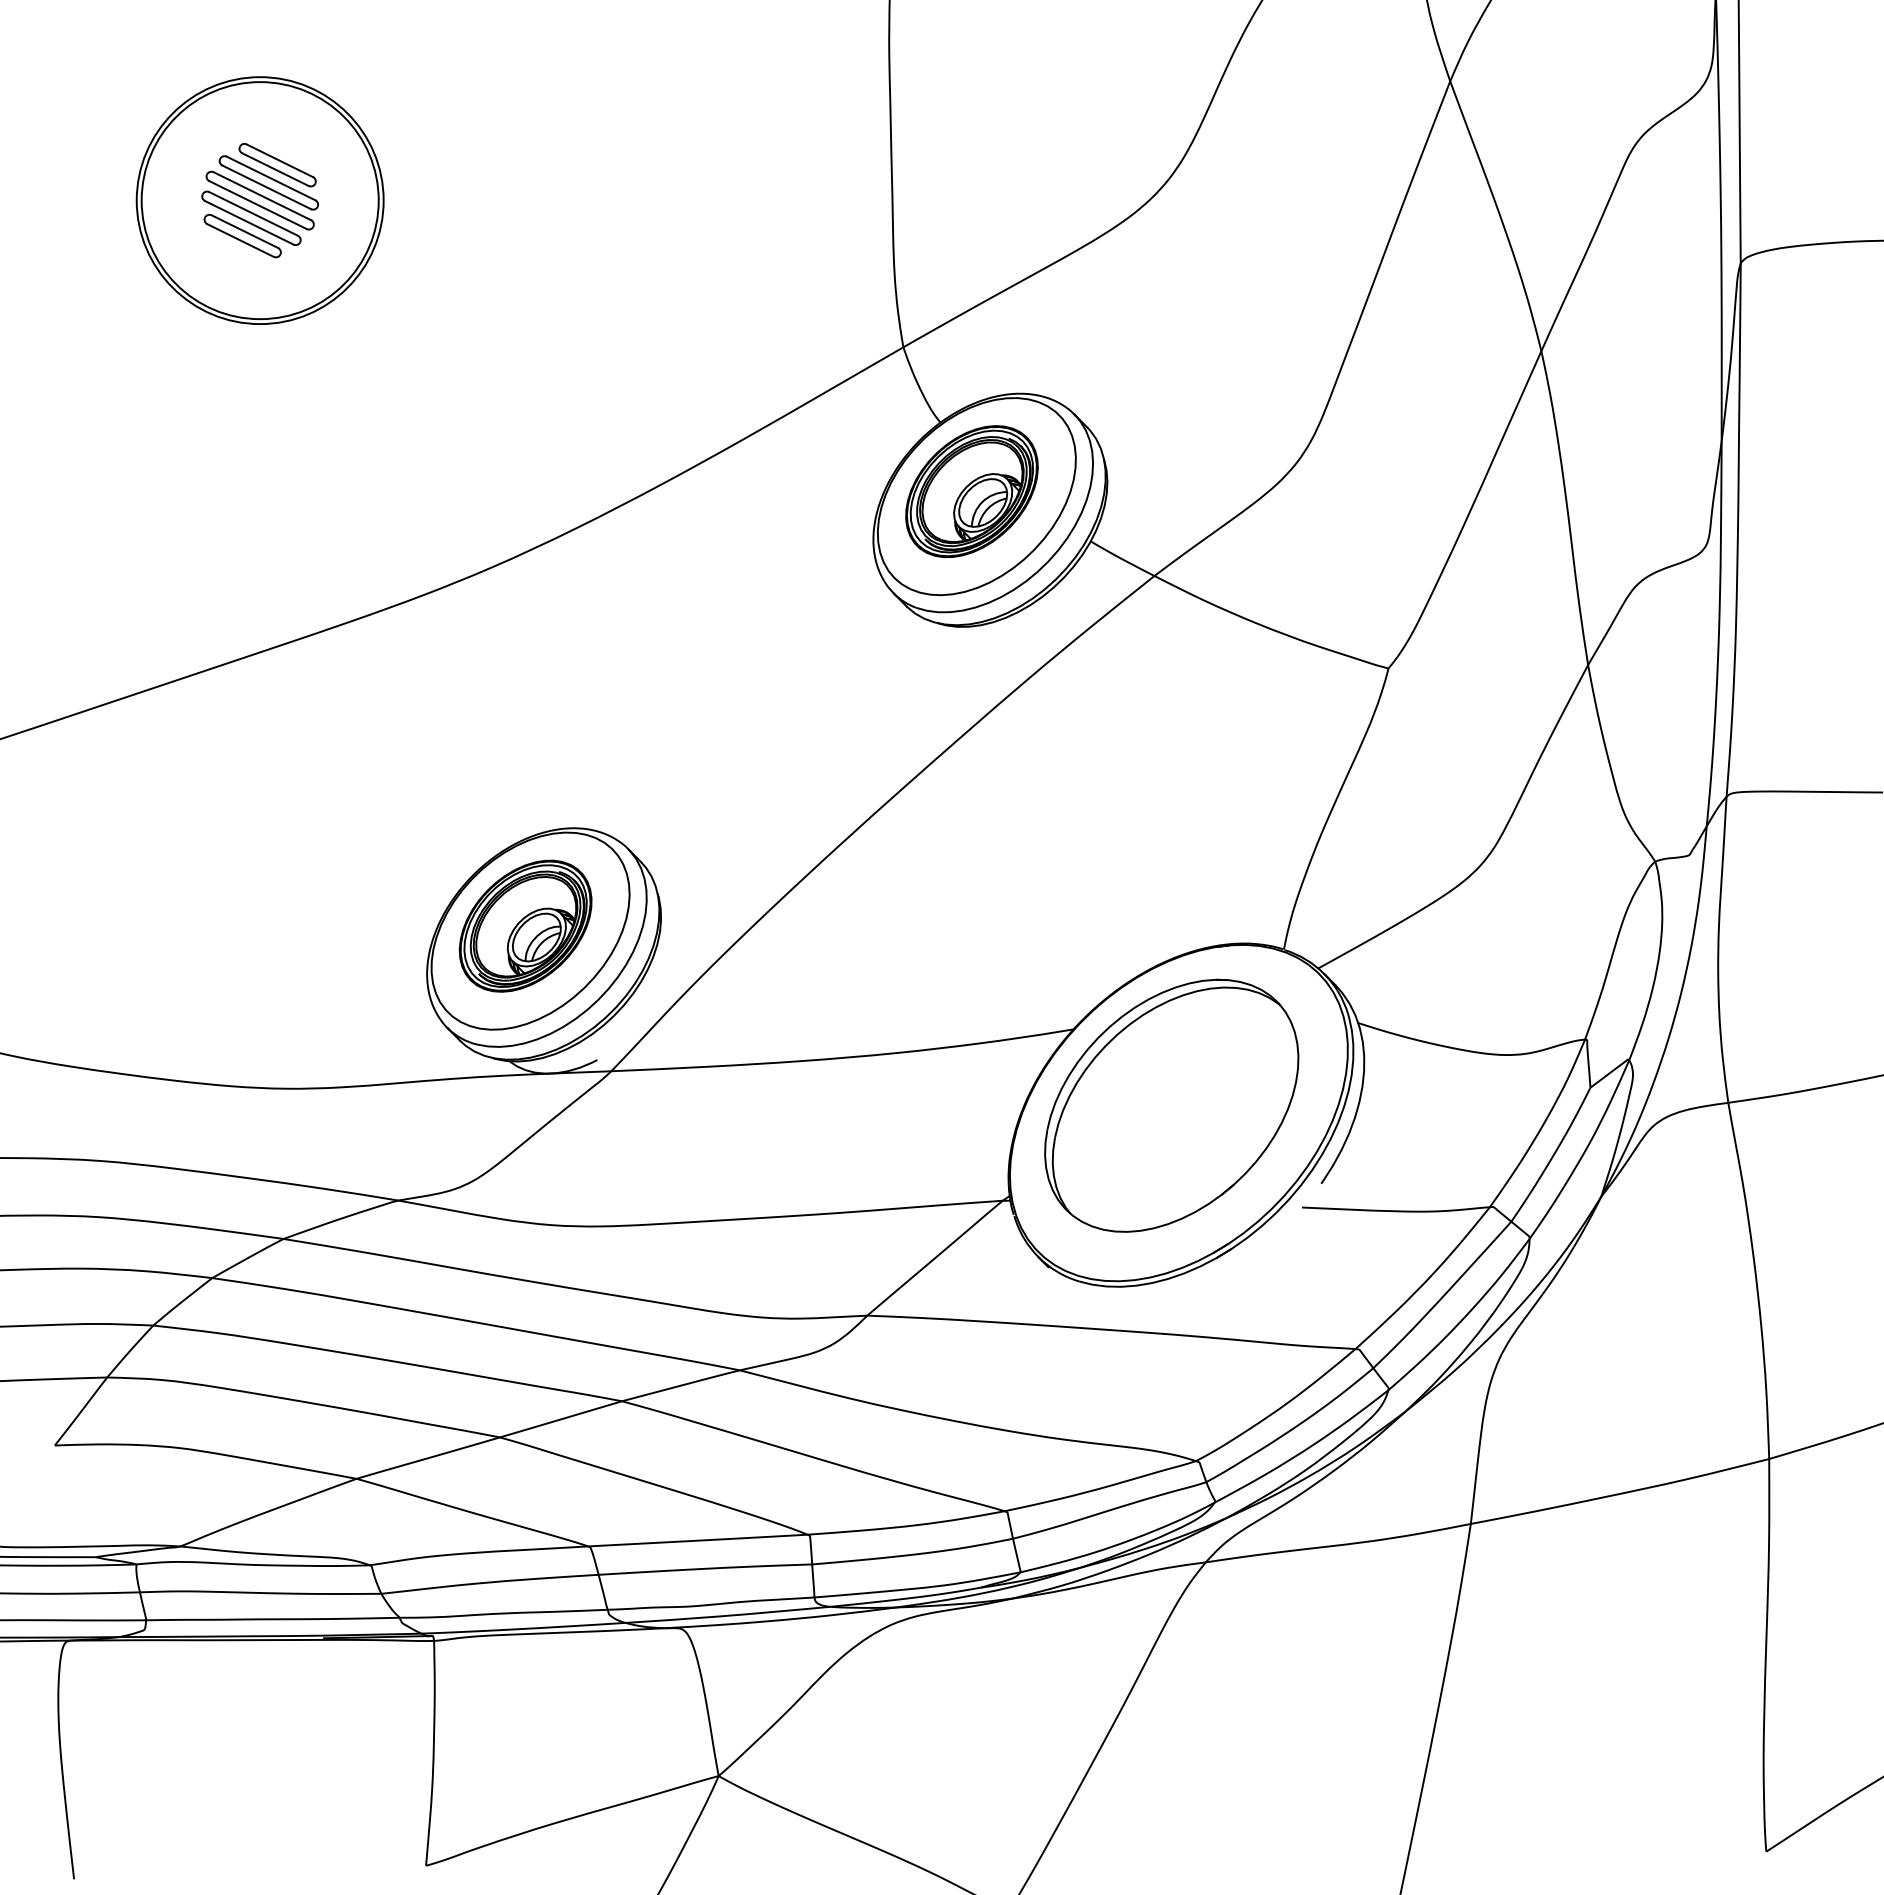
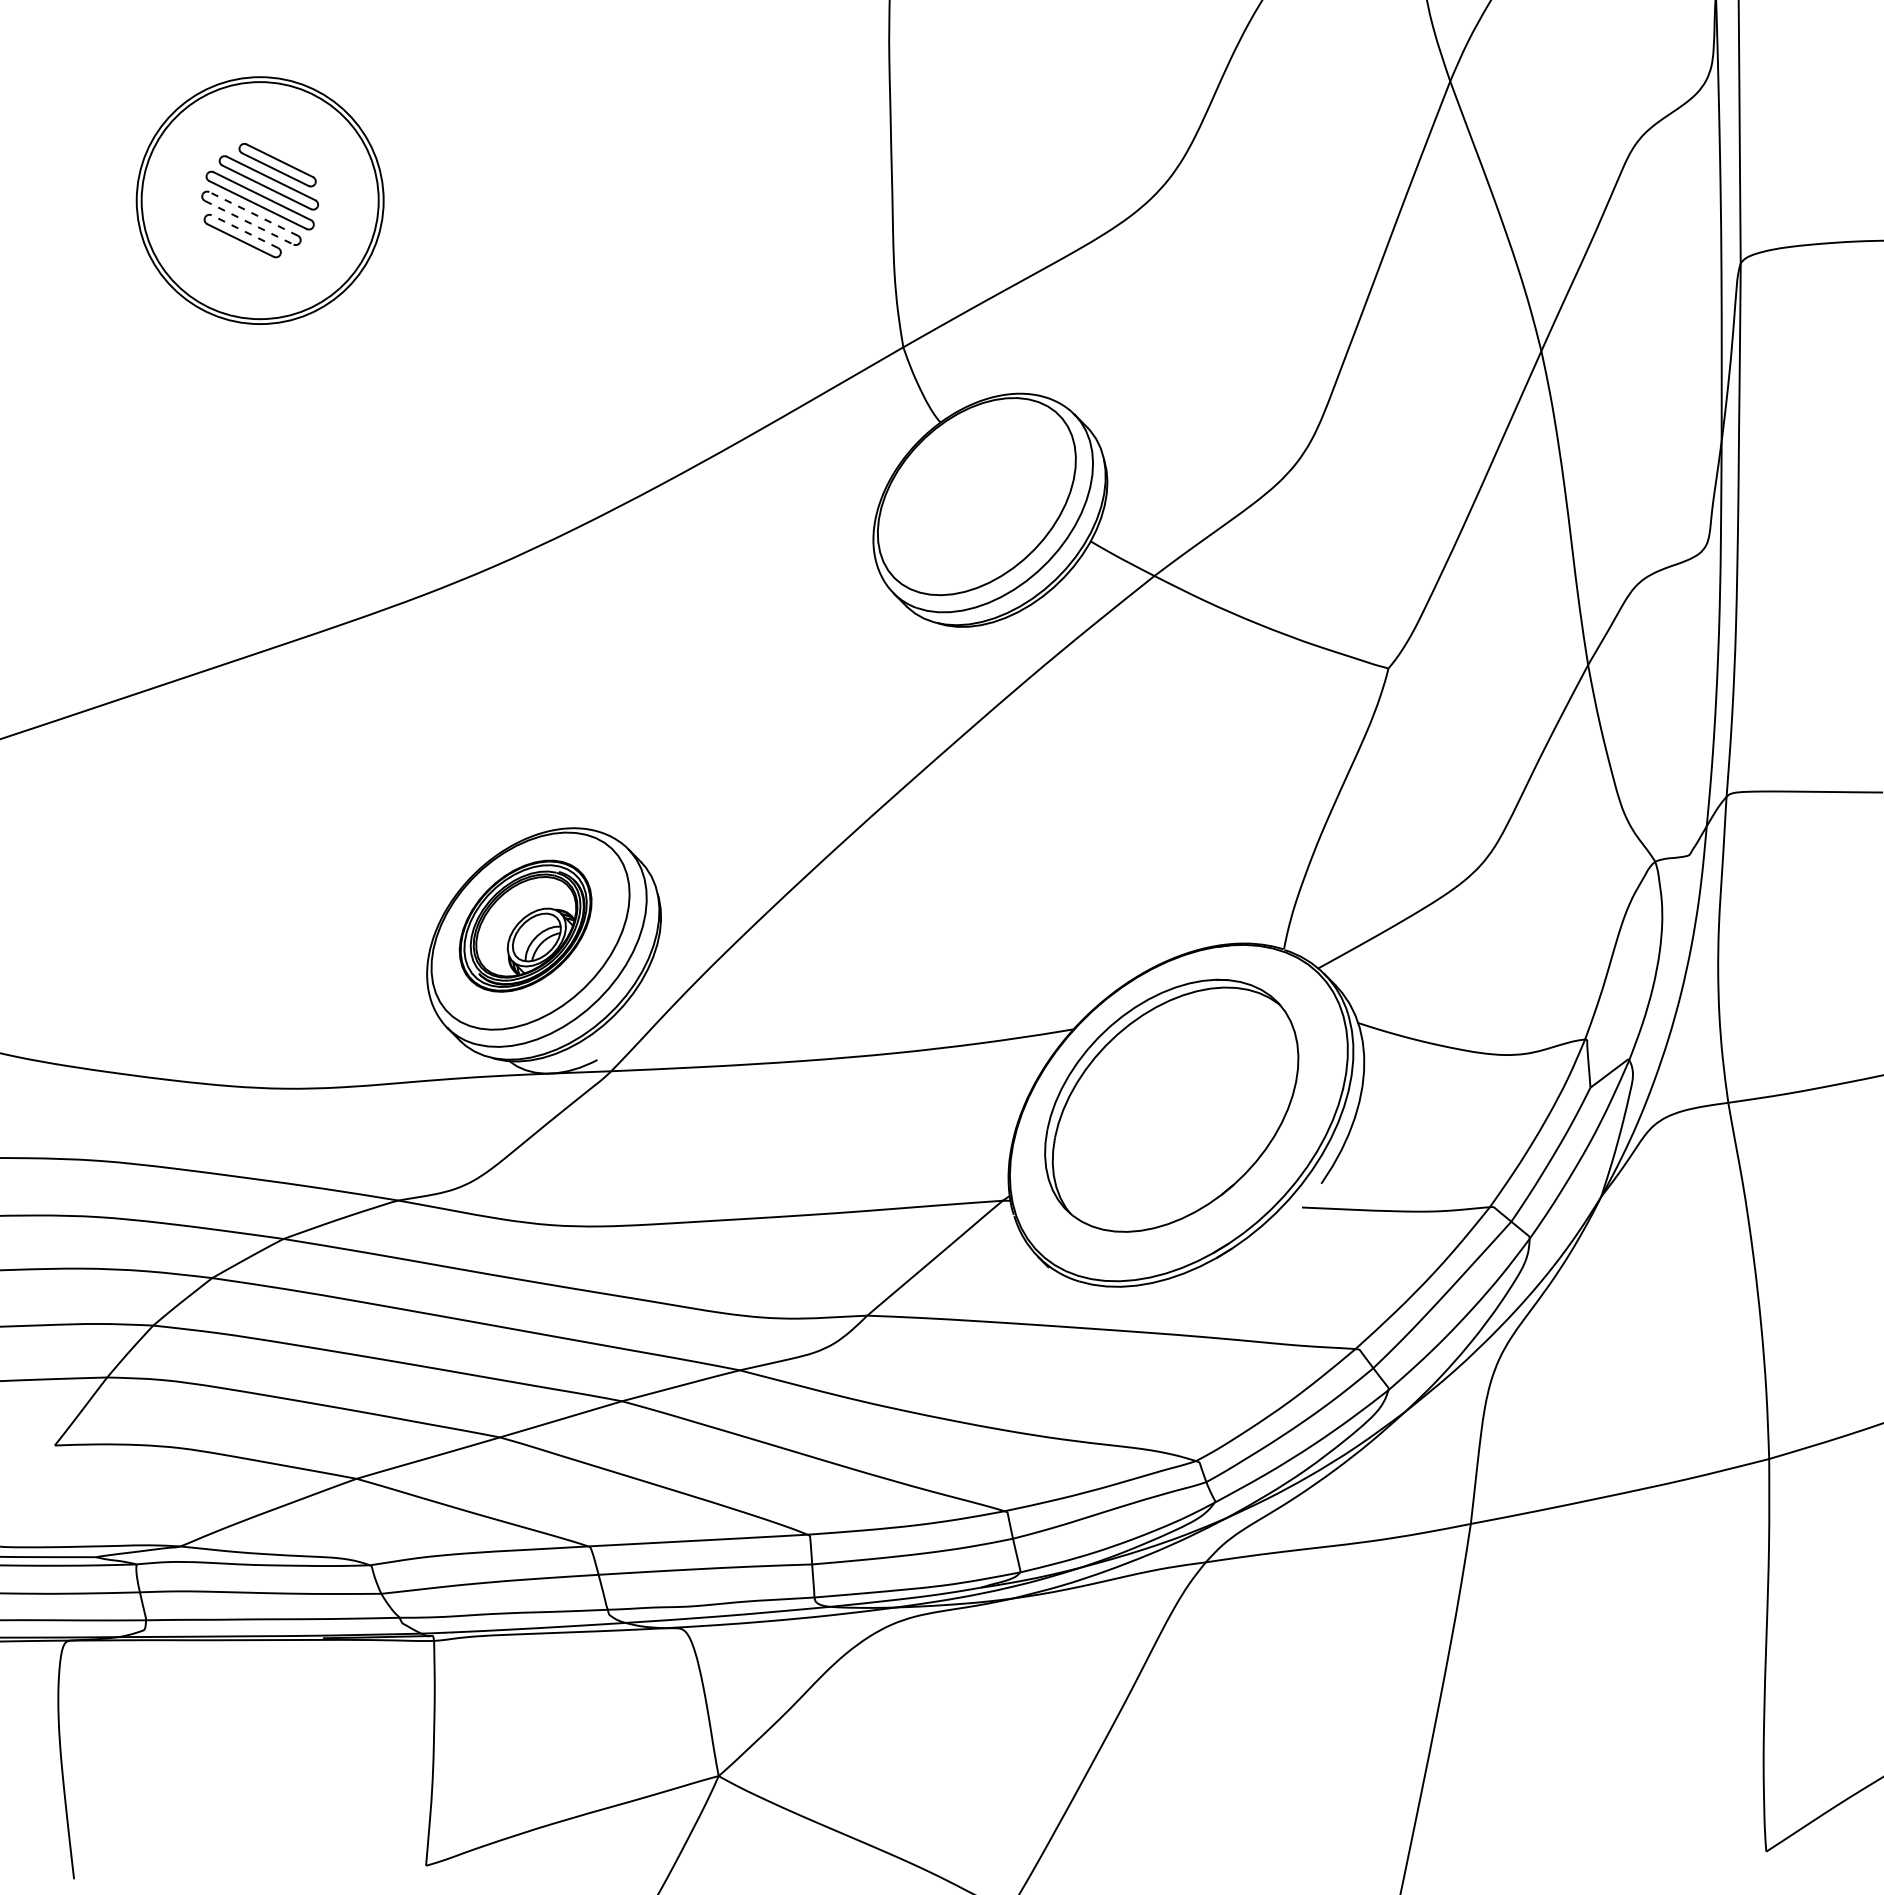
line at (253, 213): solid -> dashed
line at (249, 223): solid -> dashed
line at (244, 231): solid -> dashed
part at (971, 491): present -> none
